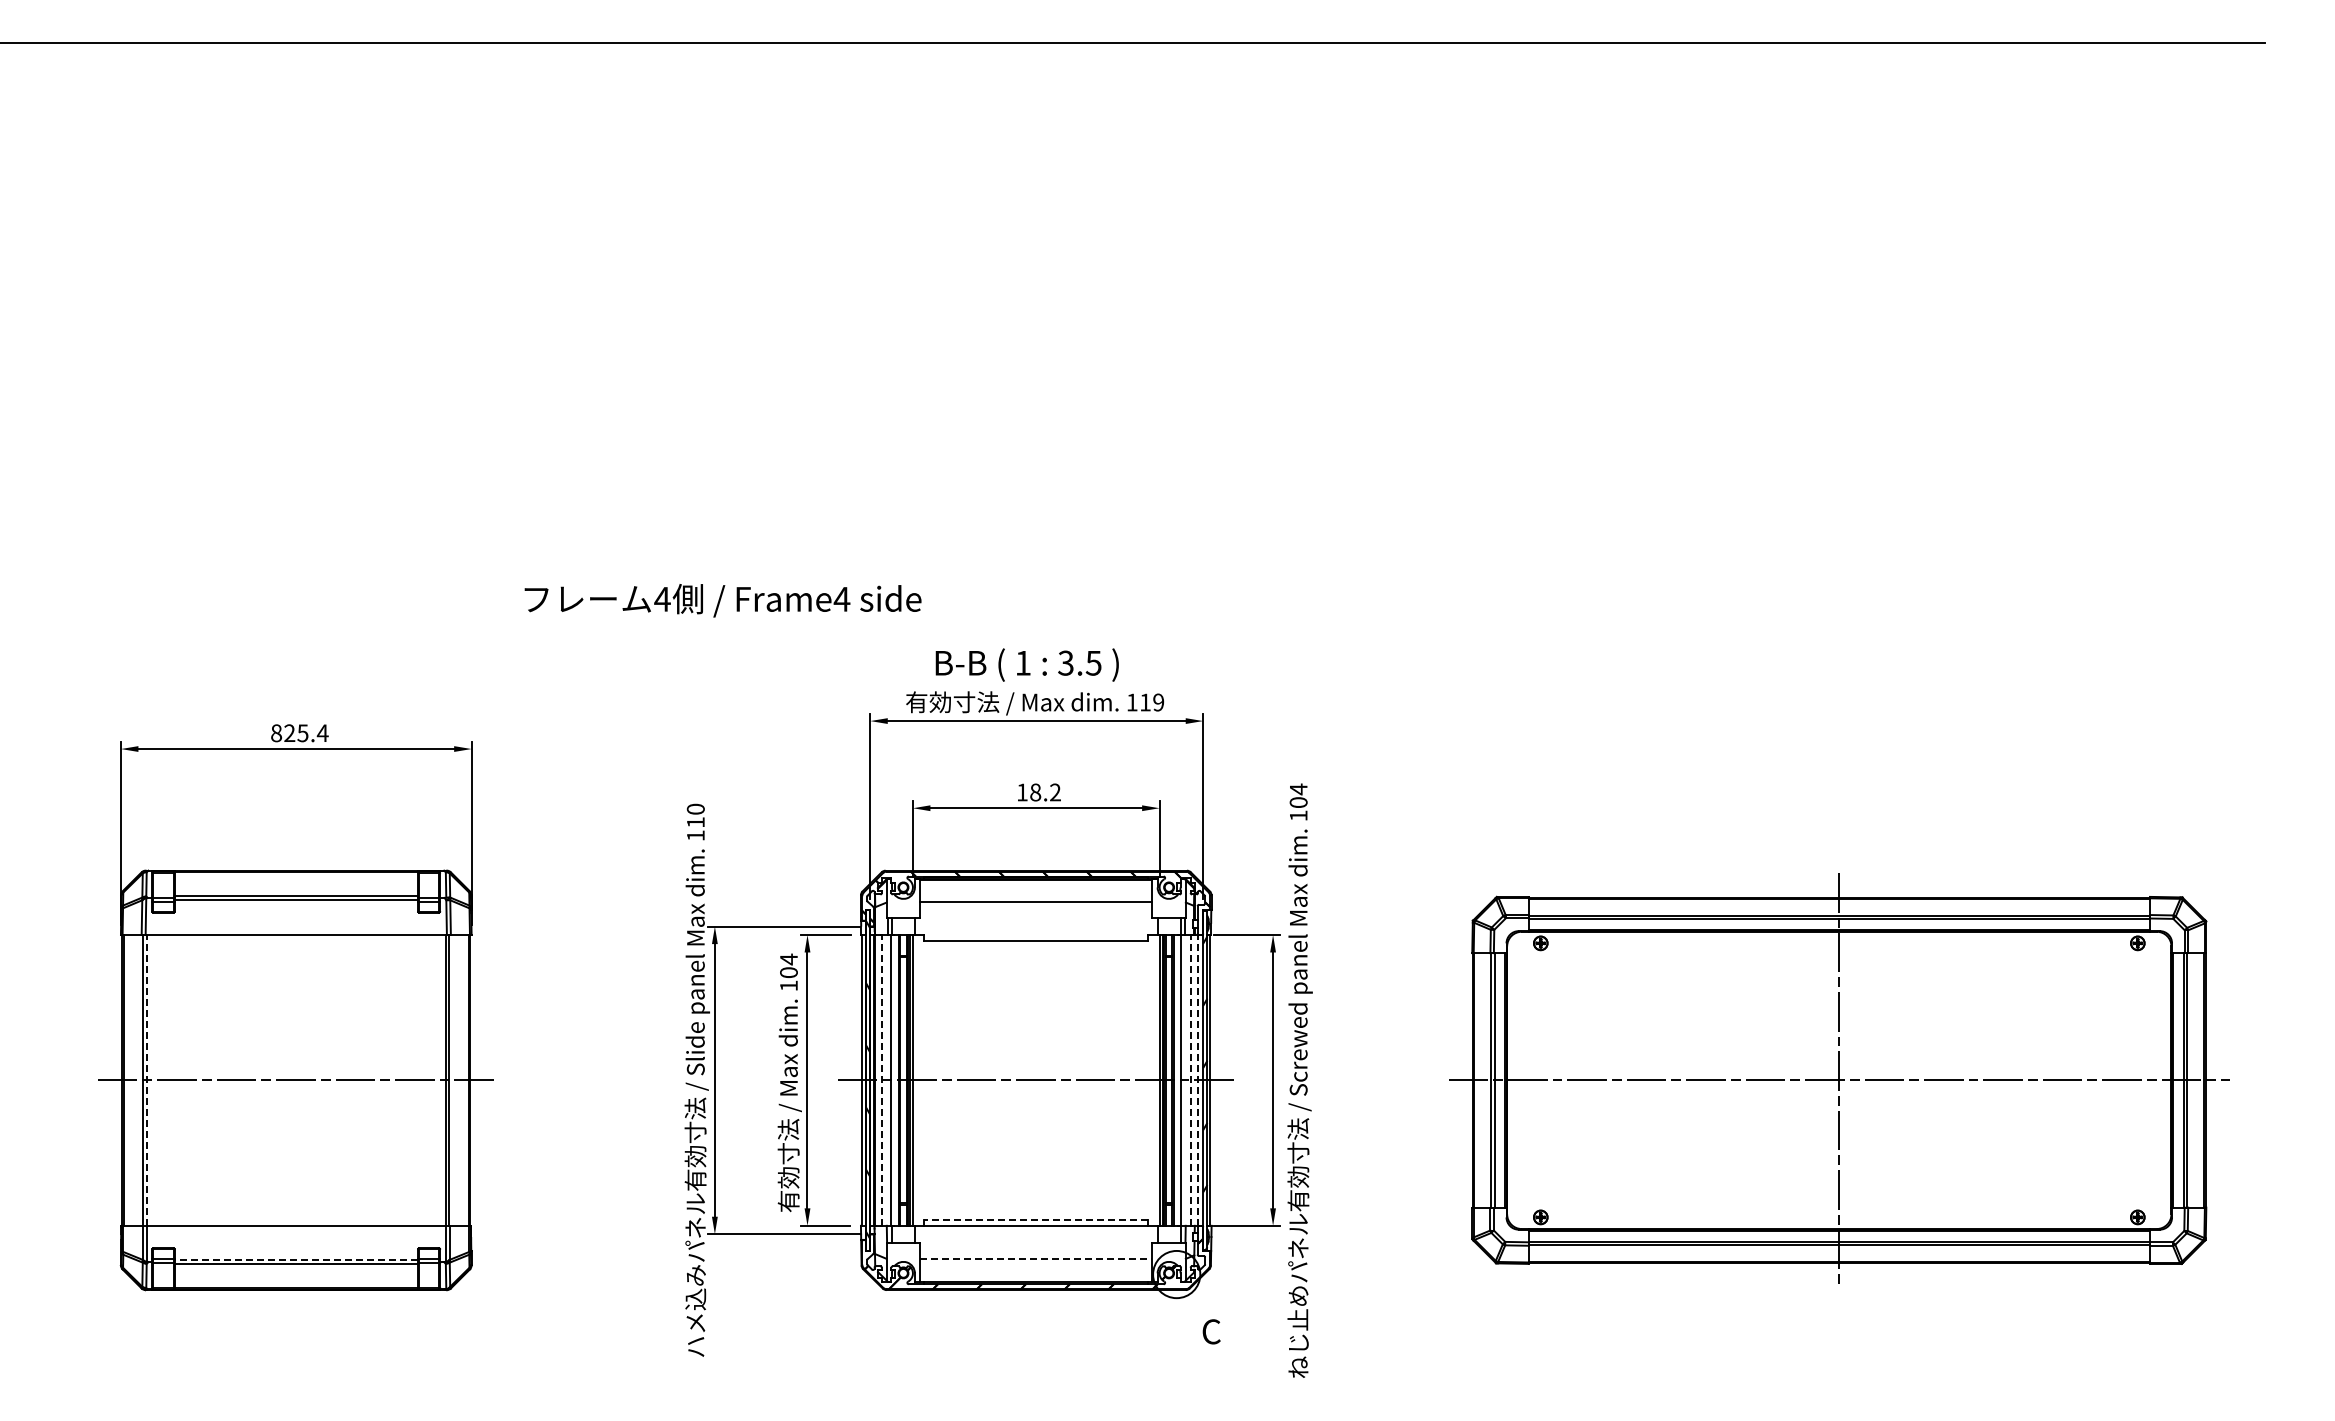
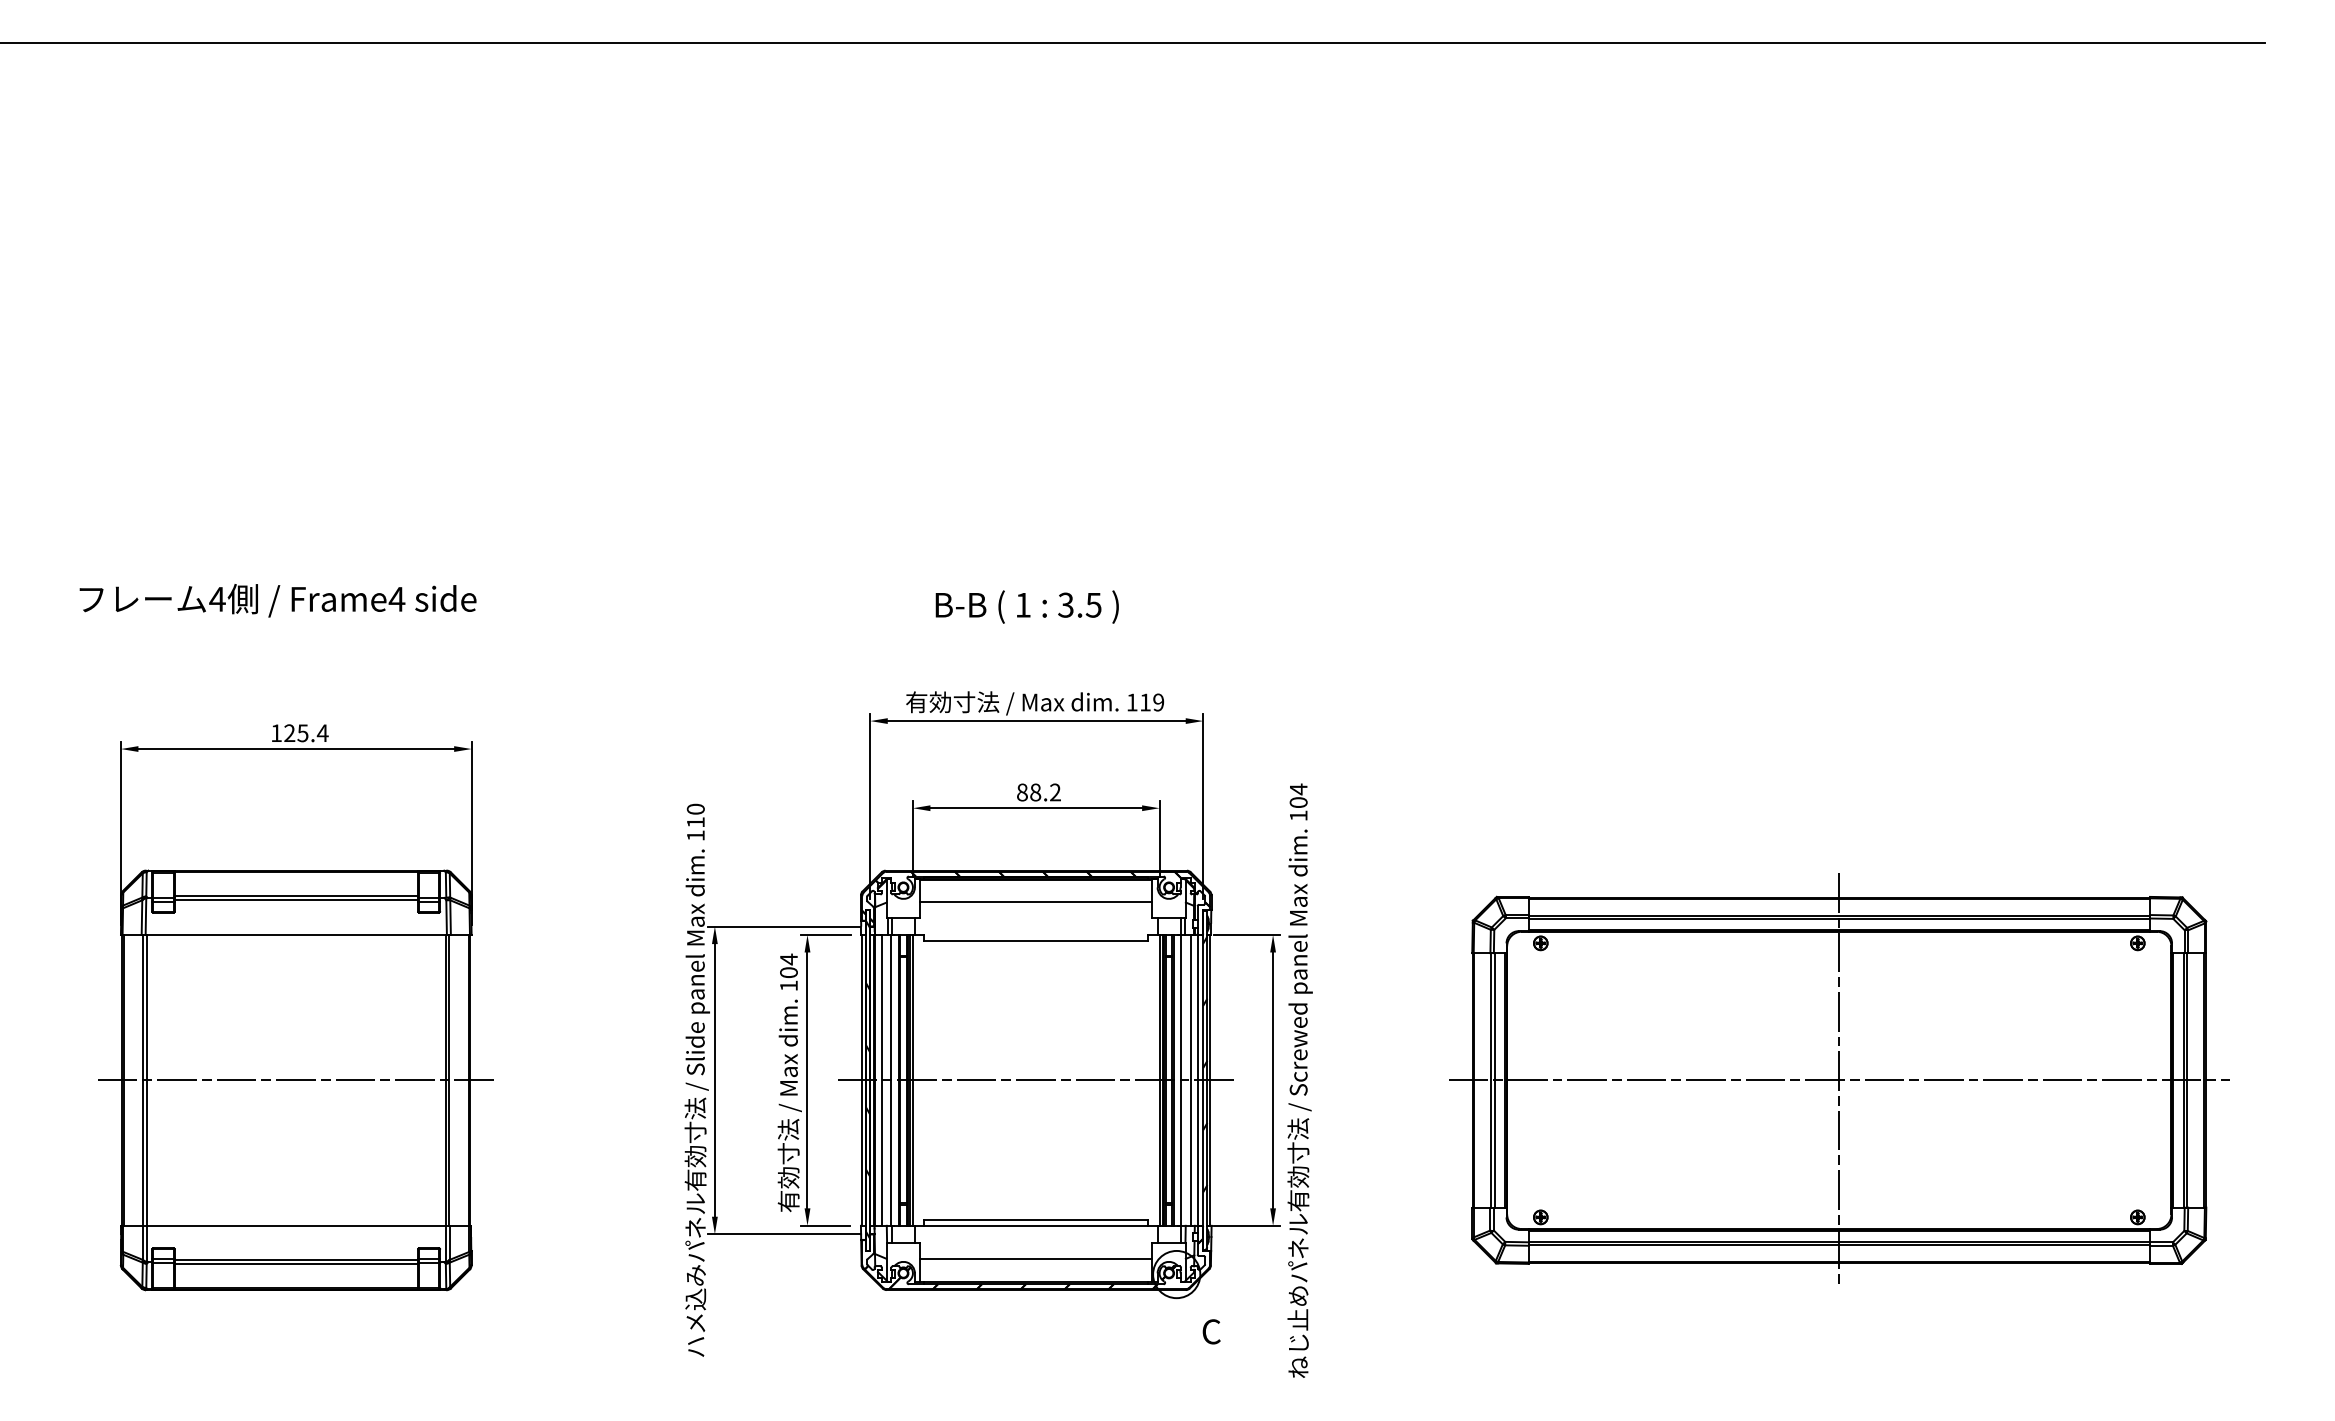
text at (722, 600) position: (722, 600) -> (277, 600)
text at (1026, 664) position: (1026, 664) -> (1026, 606)
text at (276, 733): 825.4 -> 125.4
text at (1022, 792): 18.2 -> 88.2
line at (147, 1079): dashed -> solid
line at (881, 1079): dashed -> solid
line at (1190, 1079): dashed -> solid
line at (1197, 1079): dashed -> solid
line at (1036, 1220): dashed -> solid
line at (296, 1259): dashed -> solid
line at (1036, 1259): dashed -> solid
